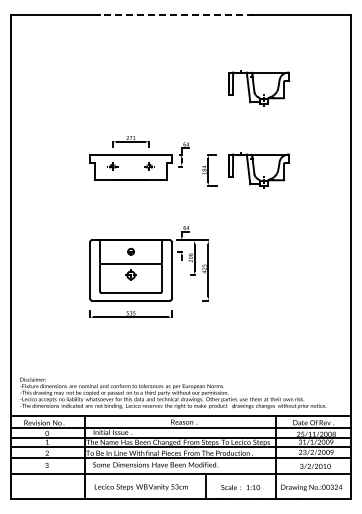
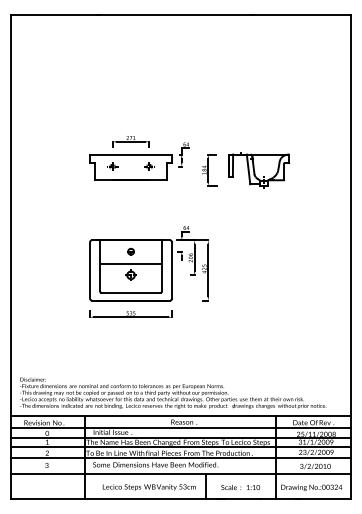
line at (174, 15): dashed -> solid
part at (259, 88): present -> none
text at (140, 487) position: (140, 487) -> (148, 487)
